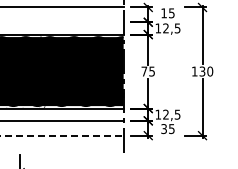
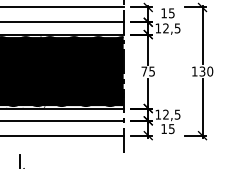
line at (62, 22): none -> present
text at (163, 129): 35 -> 15
line at (61, 135): dashed -> solid
